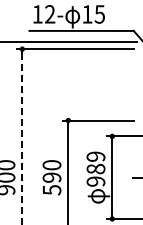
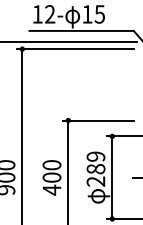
line at (22, 138): dashed -> solid
text at (96, 181): 989 -> 289
text at (51, 183): 590 -> 400
